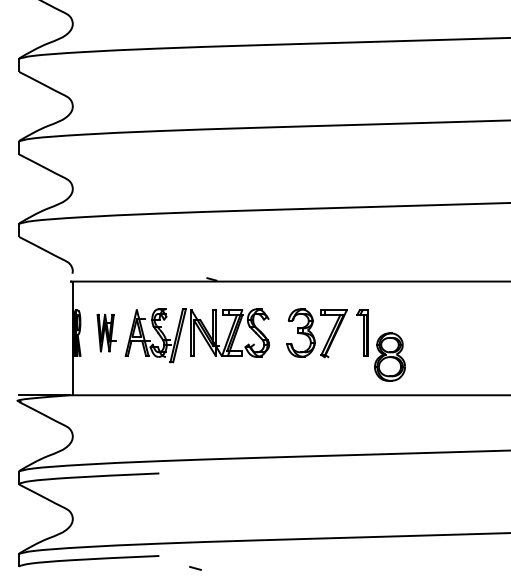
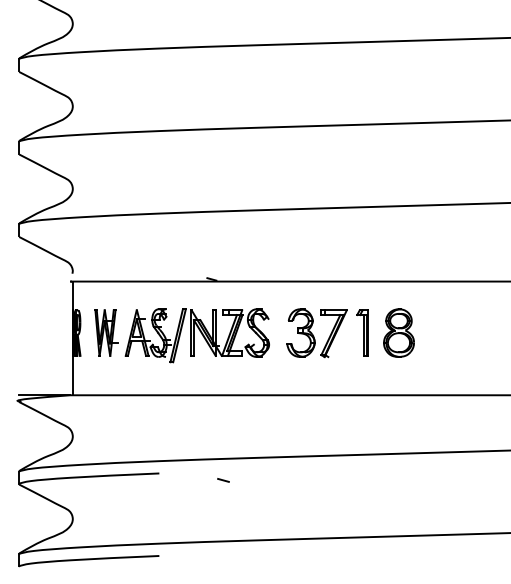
part at (106, 332) size: 21x40 px -> 25x48 px
part at (389, 356) position: (389, 356) -> (398, 332)
line at (195, 568) position: (195, 568) -> (223, 480)
